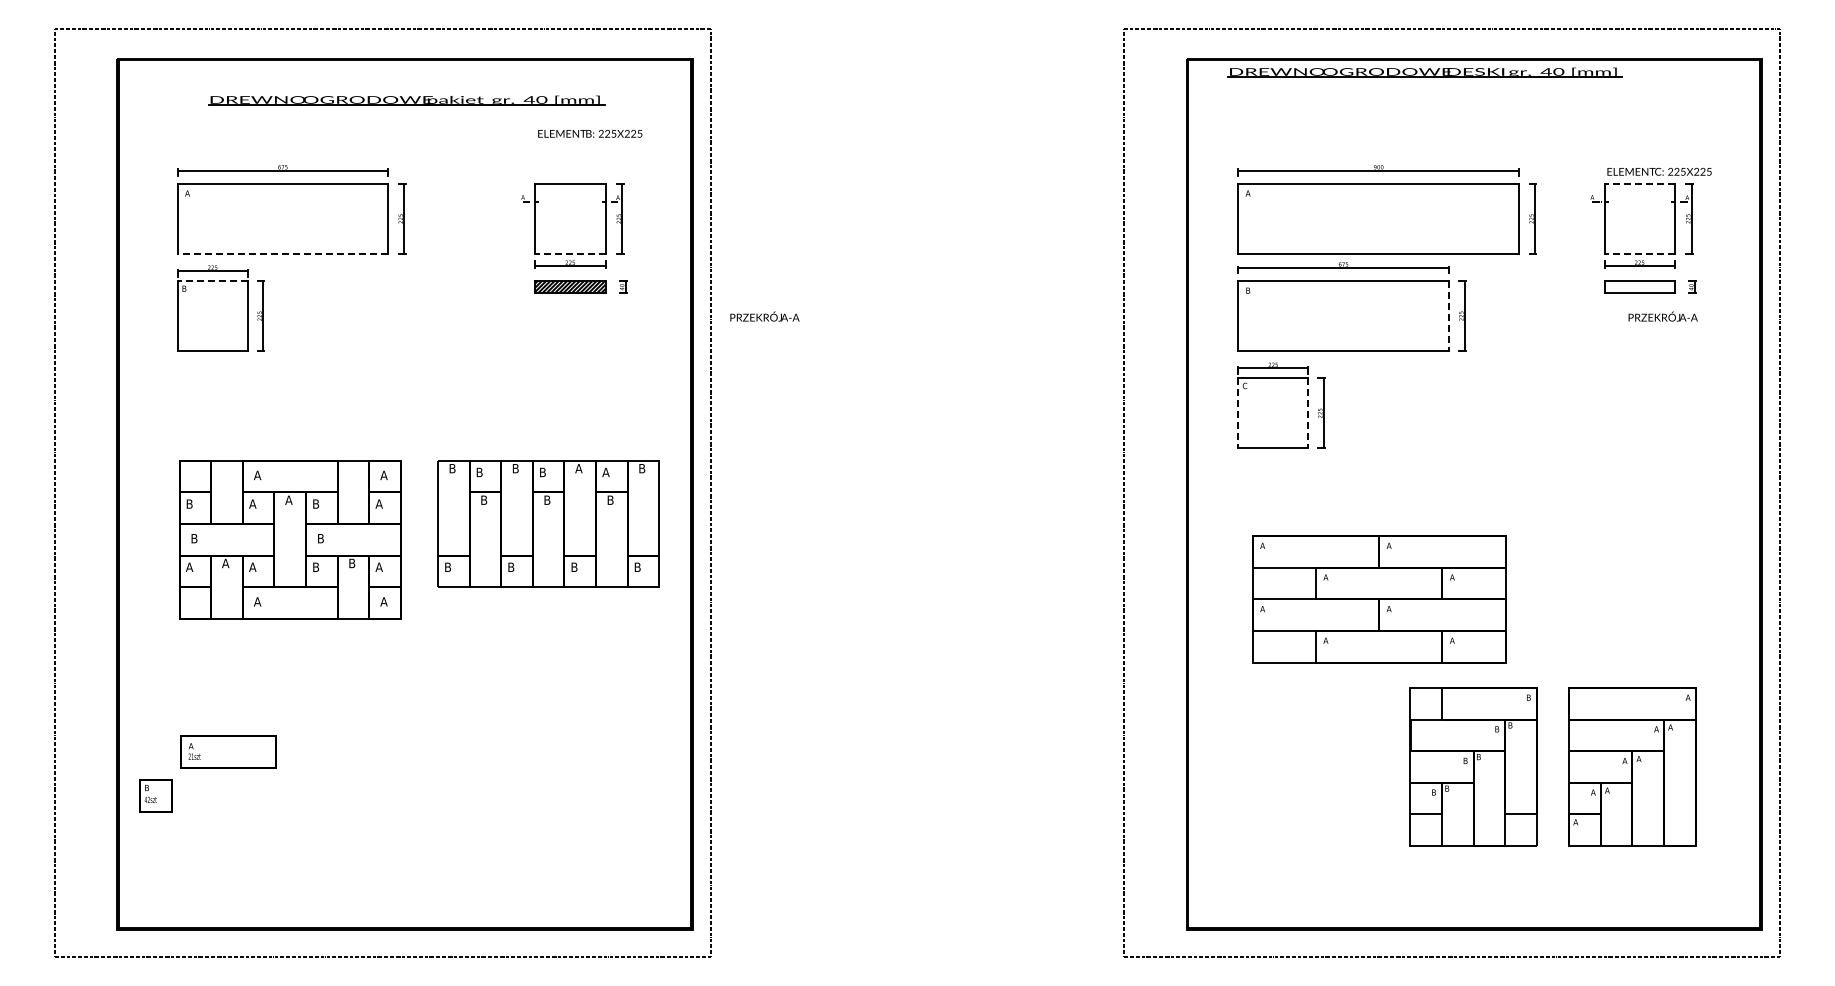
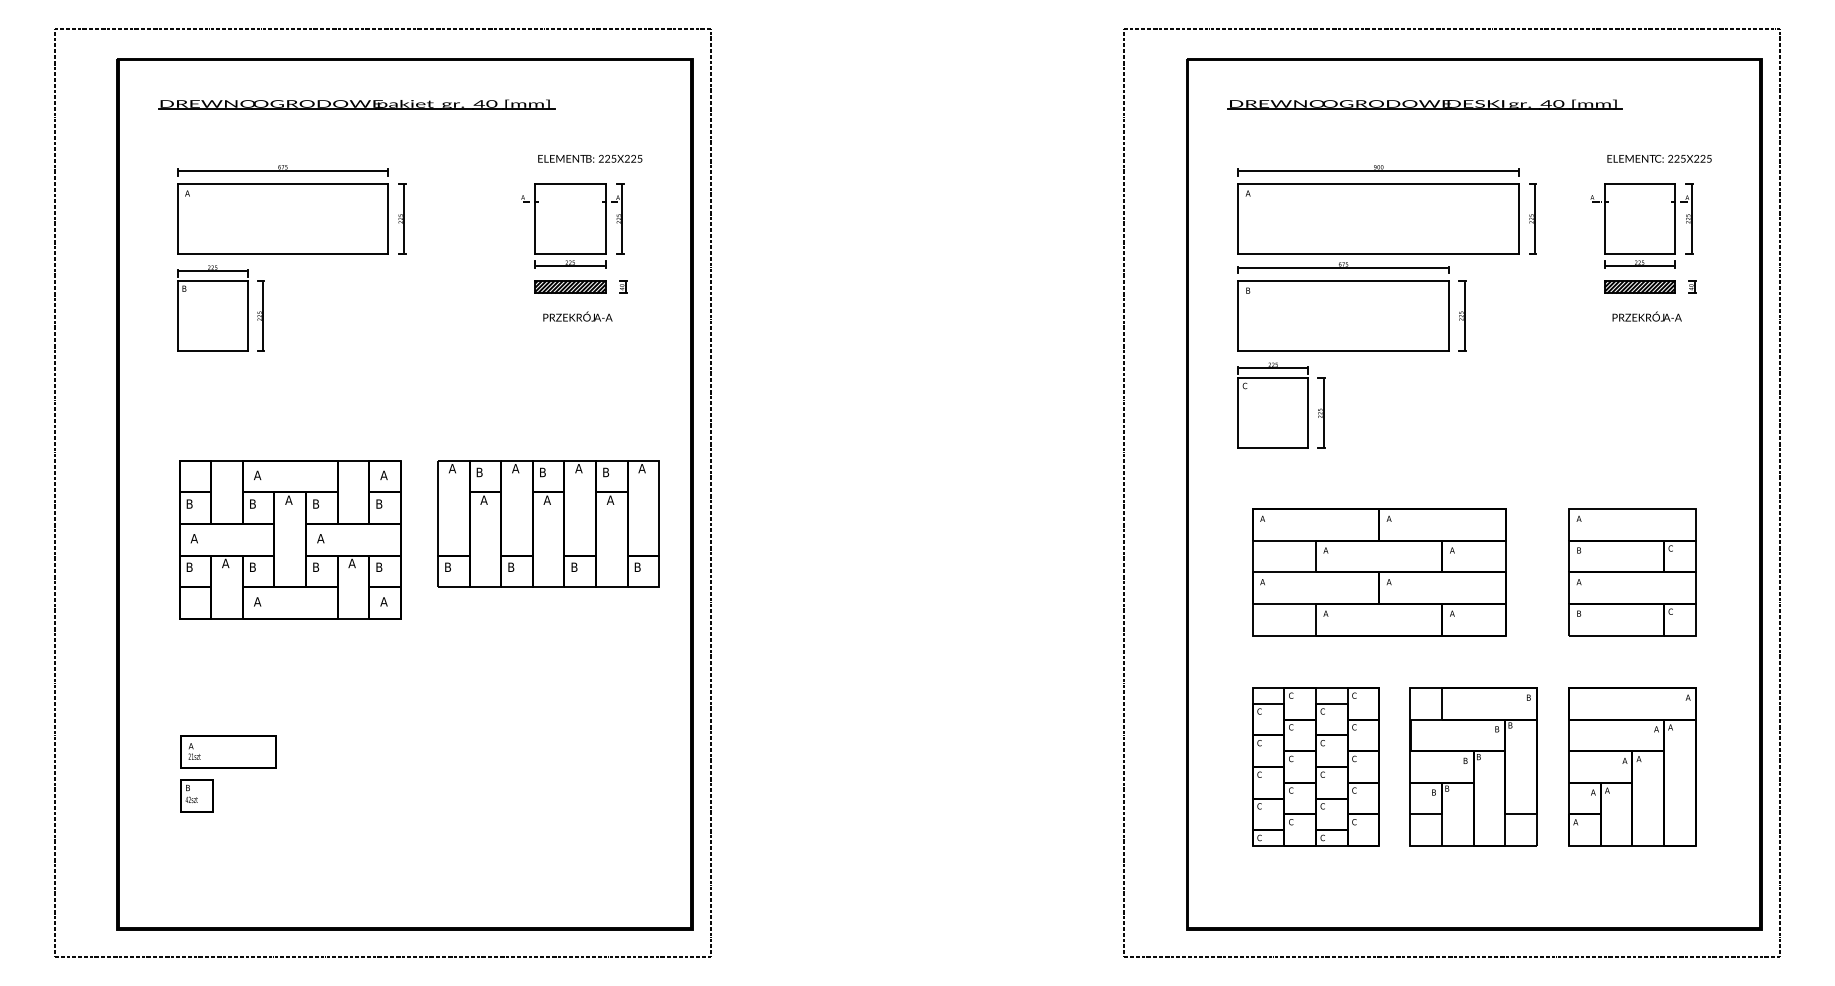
part at (1424, 72) position: (1424, 72) -> (1424, 104)
part at (406, 100) position: (406, 100) -> (356, 104)
text at (590, 133) position: (590, 133) -> (590, 158)
text at (1659, 171) position: (1659, 171) -> (1659, 158)
line at (1639, 183): dashed -> solid
line at (282, 254): dashed -> solid
line at (569, 254): dashed -> solid
line at (1639, 254): dashed -> solid
line at (212, 280): dashed -> solid
hatch at (1639, 286): none -> present
text at (764, 316) position: (764, 316) -> (577, 316)
line at (1448, 316): dashed -> solid
text at (1662, 316) position: (1662, 316) -> (1646, 316)
line at (1238, 413): dashed -> solid
line at (1308, 413): dashed -> solid
text at (451, 468): B -> A
text at (515, 468): B -> A
text at (641, 468): B -> A
text at (605, 472): A -> B
text at (483, 499): B -> A
text at (546, 499): B -> A
text at (610, 499): B -> A
text at (252, 503): A -> B
text at (378, 503): A -> B
text at (193, 538): B -> A
text at (320, 538): B -> A
text at (351, 563): B -> A
text at (189, 566): A -> B
text at (252, 566): A -> B
text at (378, 566): A -> B
part at (1632, 572): none -> present
part at (1379, 599) position: (1379, 599) -> (1379, 572)
part at (1315, 766): none -> present
part at (155, 795) position: (155, 795) -> (196, 795)
